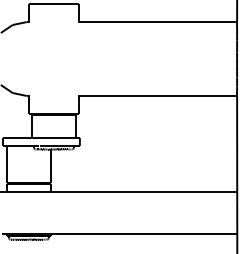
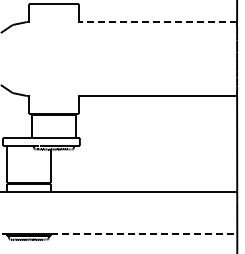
line at (157, 22): solid -> dashed
line at (144, 234): solid -> dashed
